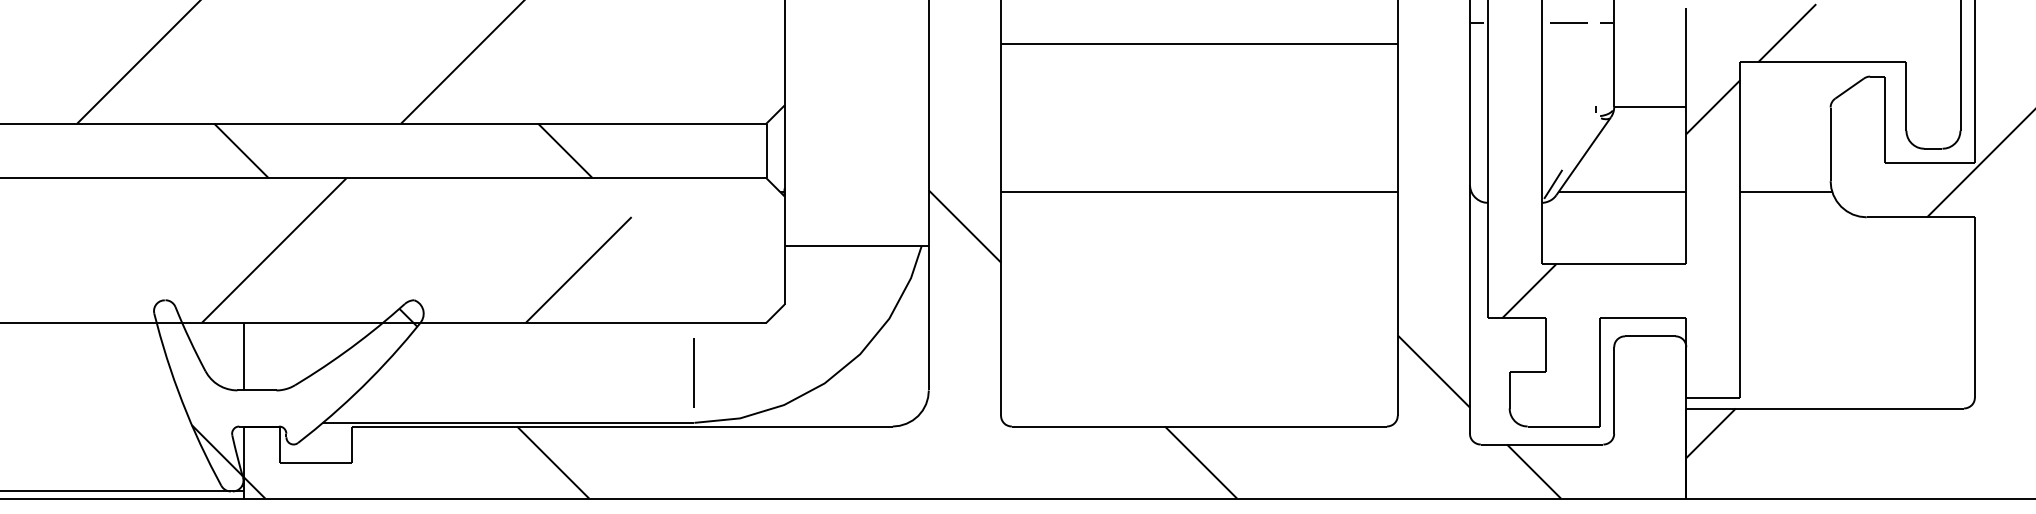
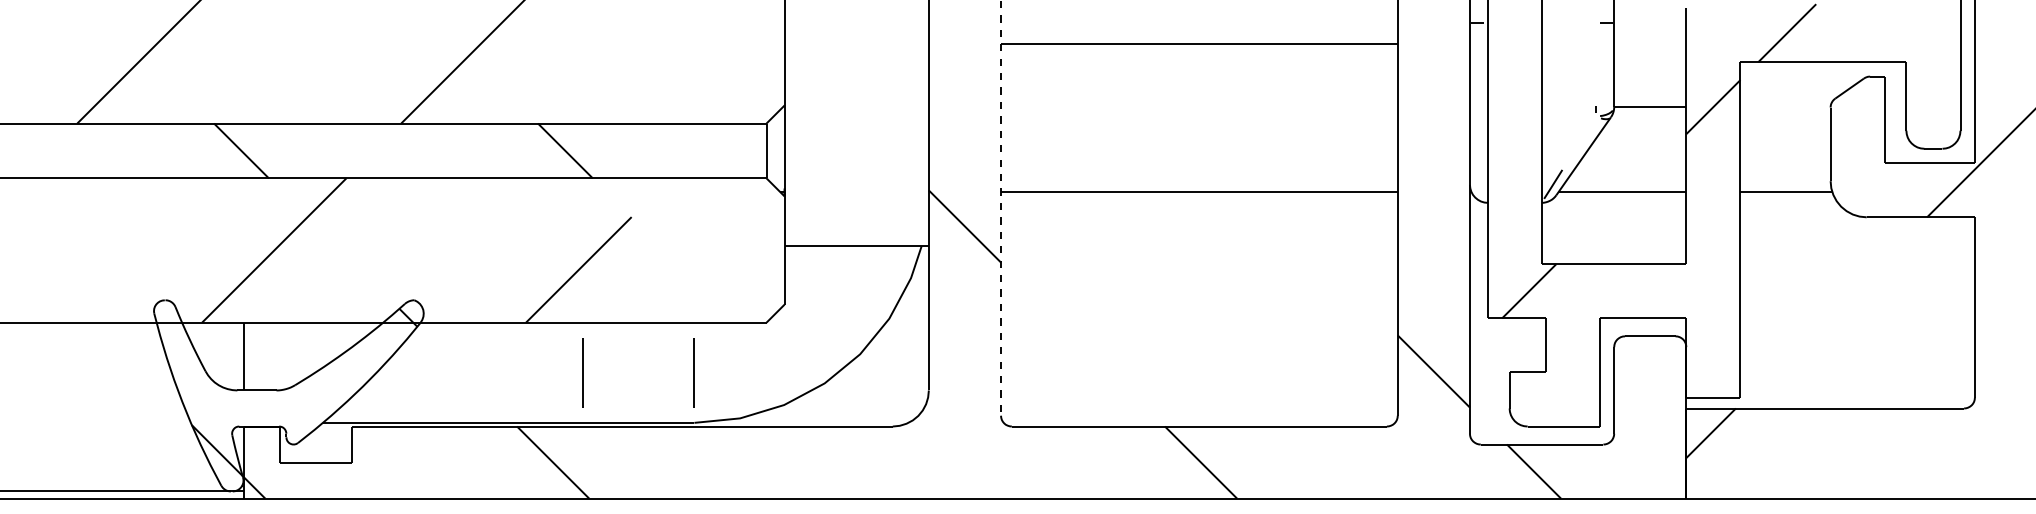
line at (1568, 22): present -> none
line at (1001, 207): solid -> dashed
line at (582, 372): none -> present
